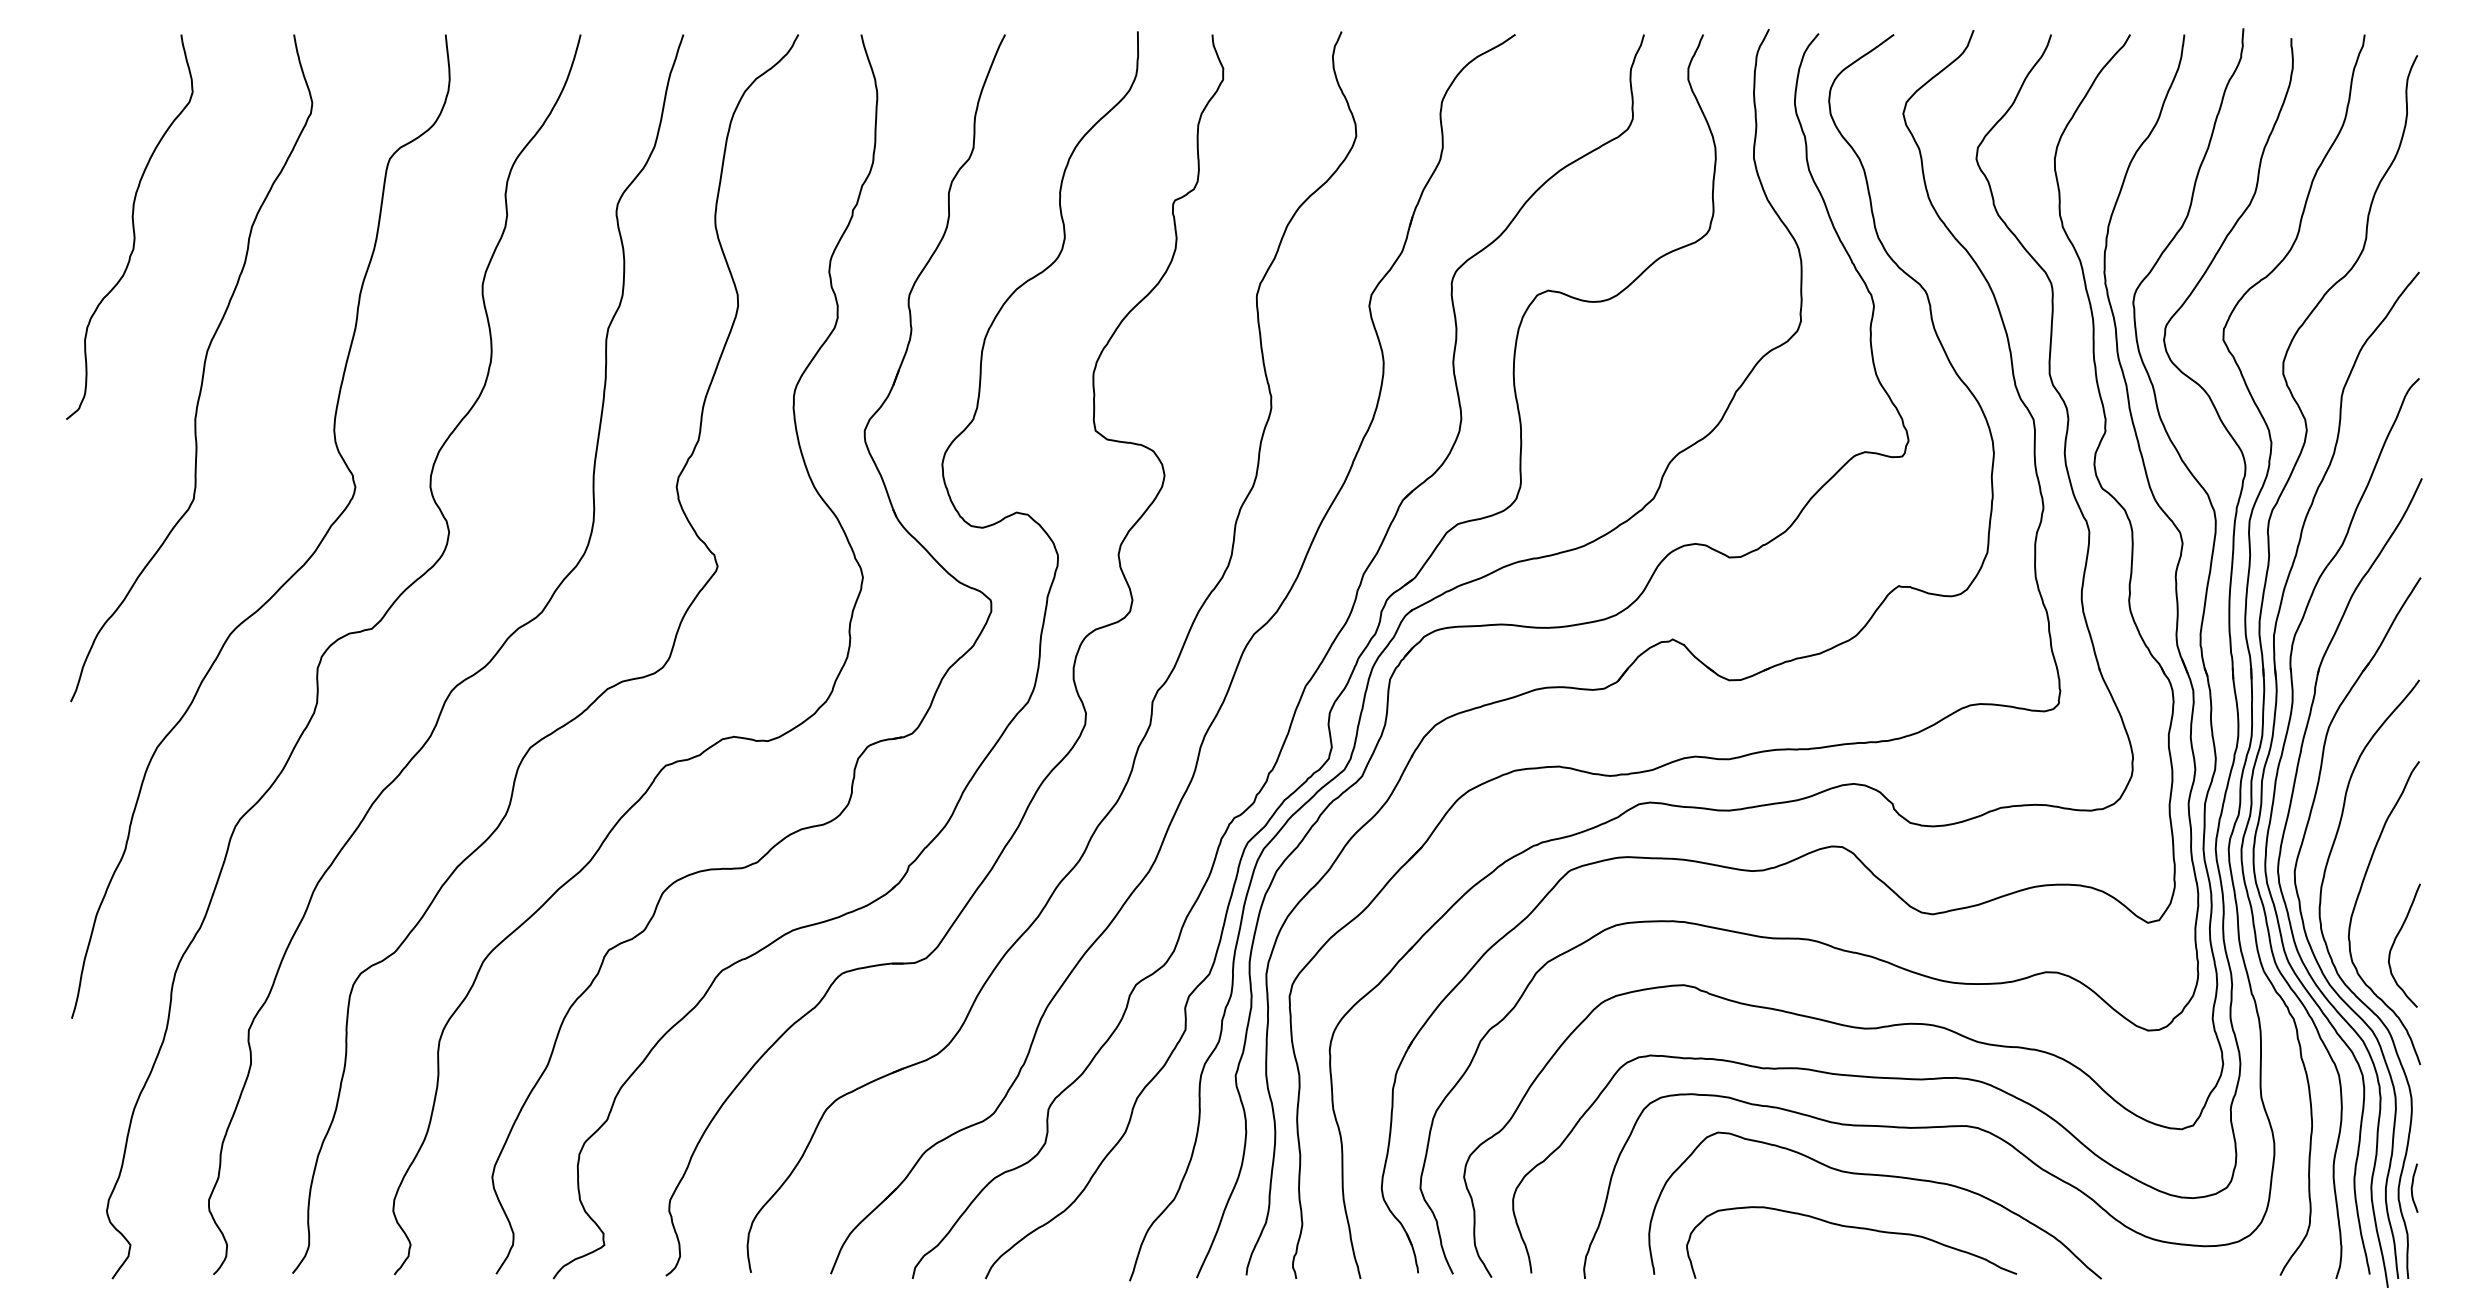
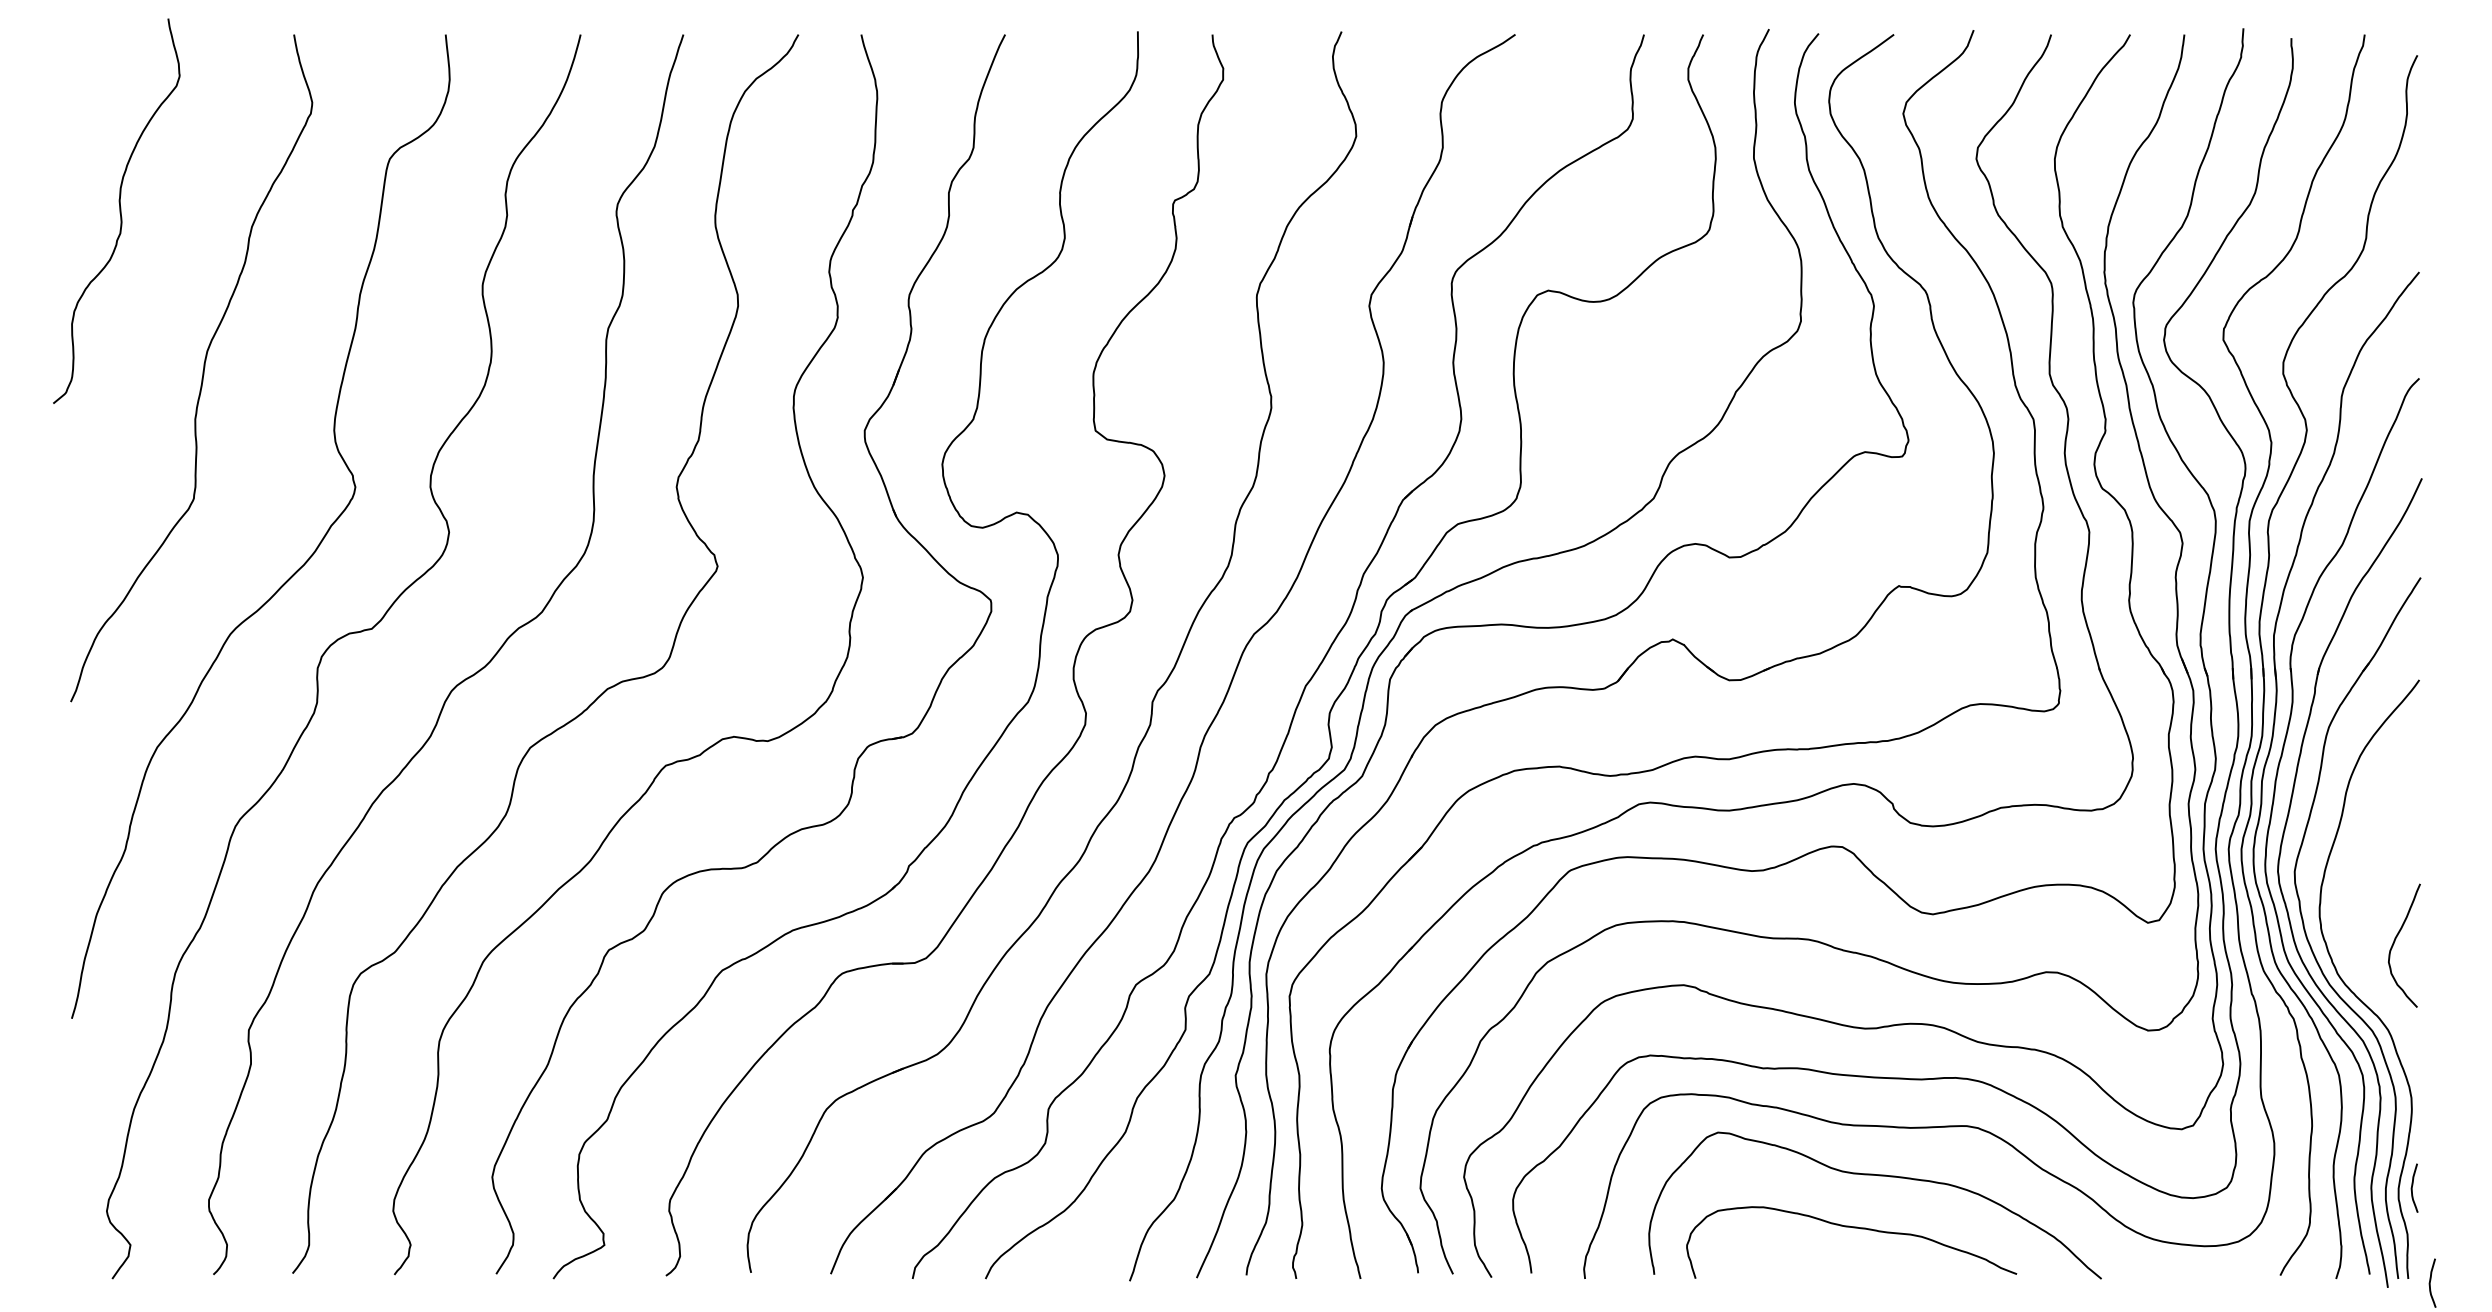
curve at (132, 226) position: (132, 226) -> (119, 210)
curve at (2356, 904): present -> none
curve at (2430, 1282): none -> present
